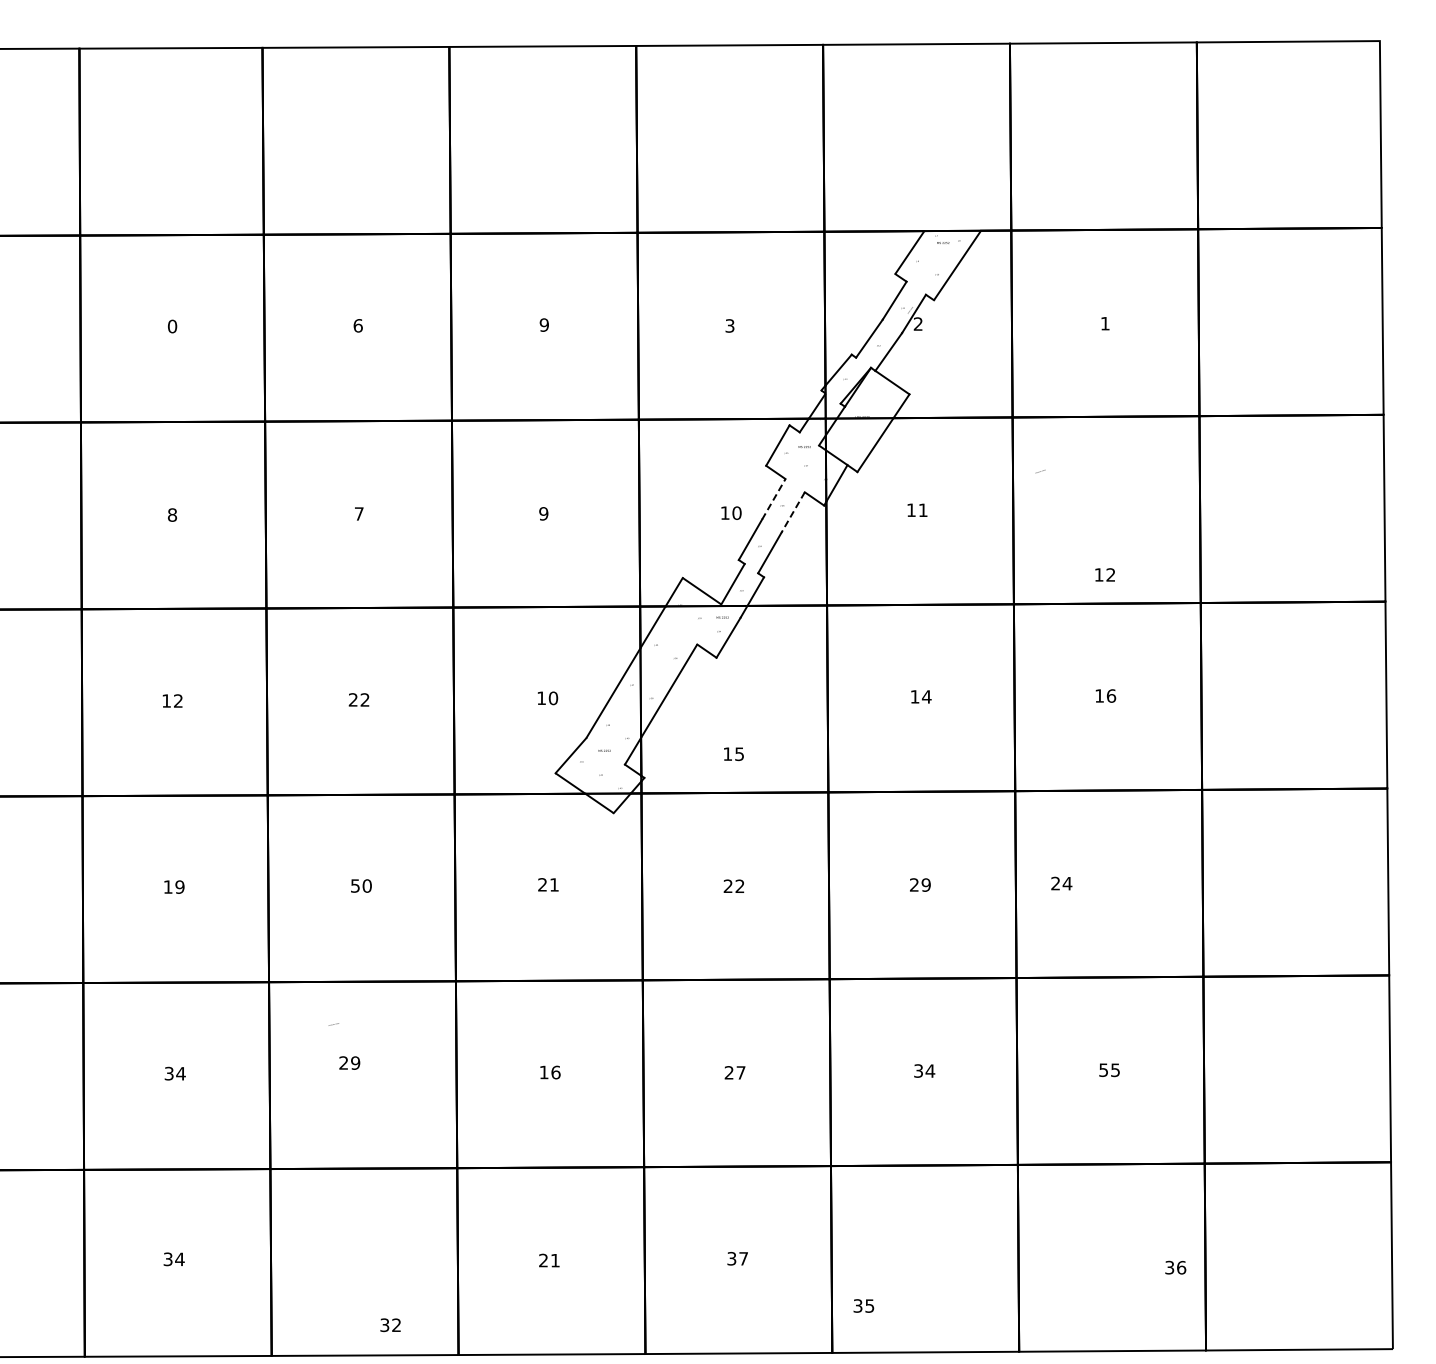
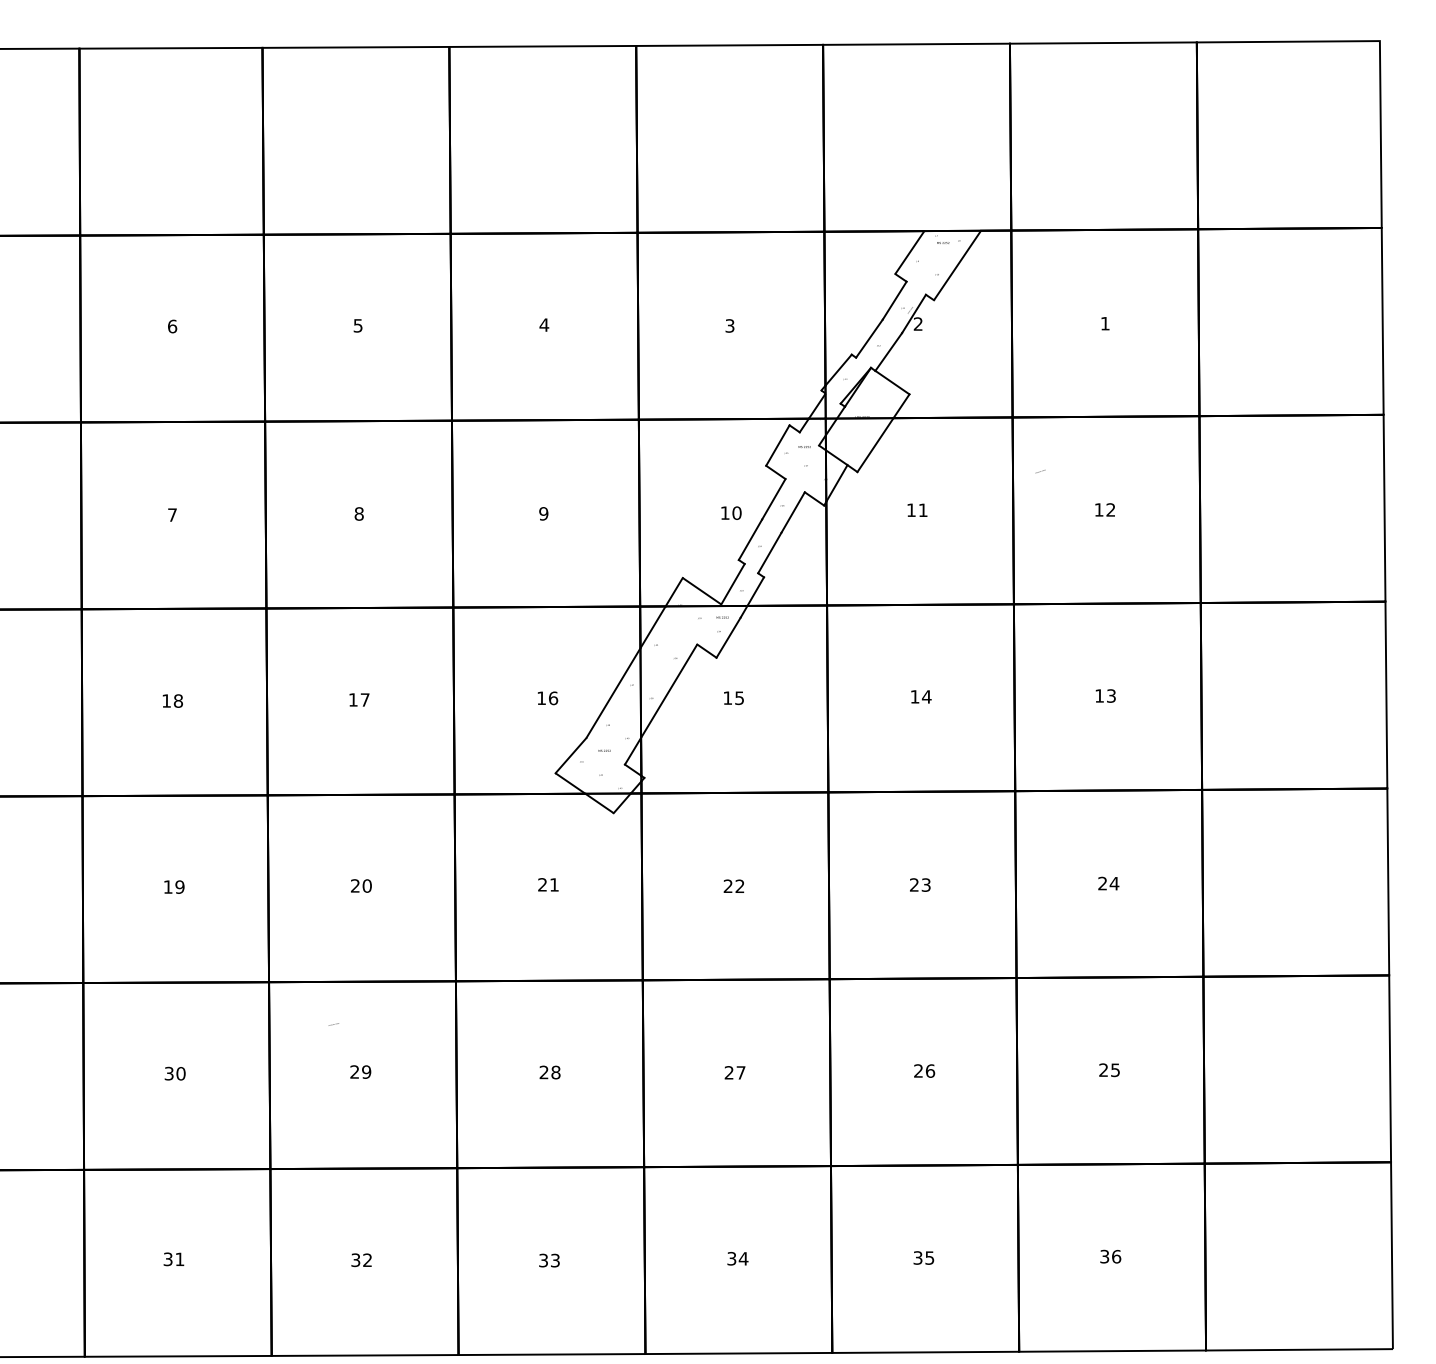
text at (544, 324): 9 -> 4
text at (172, 325): 0 -> 6
text at (357, 325): 6 -> 5
line at (774, 498): dashed -> solid
line at (792, 512): dashed -> solid
text at (358, 513): 7 -> 8
text at (172, 514): 8 -> 7
text at (1104, 574) position: (1104, 574) -> (1104, 509)
text at (1111, 695): 16 -> 13
text at (553, 697): 10 -> 16
text at (358, 699): 22 -> 17
text at (177, 700): 12 -> 18
text at (733, 754) position: (733, 754) -> (733, 698)
text at (1061, 883) position: (1061, 883) -> (1108, 883)
text at (925, 884): 29 -> 23
text at (355, 885): 50 -> 20
text at (349, 1062) position: (349, 1062) -> (360, 1071)
text at (924, 1070): 34 -> 26
text at (1103, 1070): 55 -> 25
text at (549, 1072): 16 -> 28
text at (180, 1073): 34 -> 30
text at (743, 1258): 37 -> 34
text at (179, 1259): 34 -> 31
text at (549, 1260): 21 -> 33
text at (1175, 1267) position: (1175, 1267) -> (1110, 1256)
text at (863, 1305) position: (863, 1305) -> (923, 1257)
text at (390, 1325) position: (390, 1325) -> (361, 1260)
